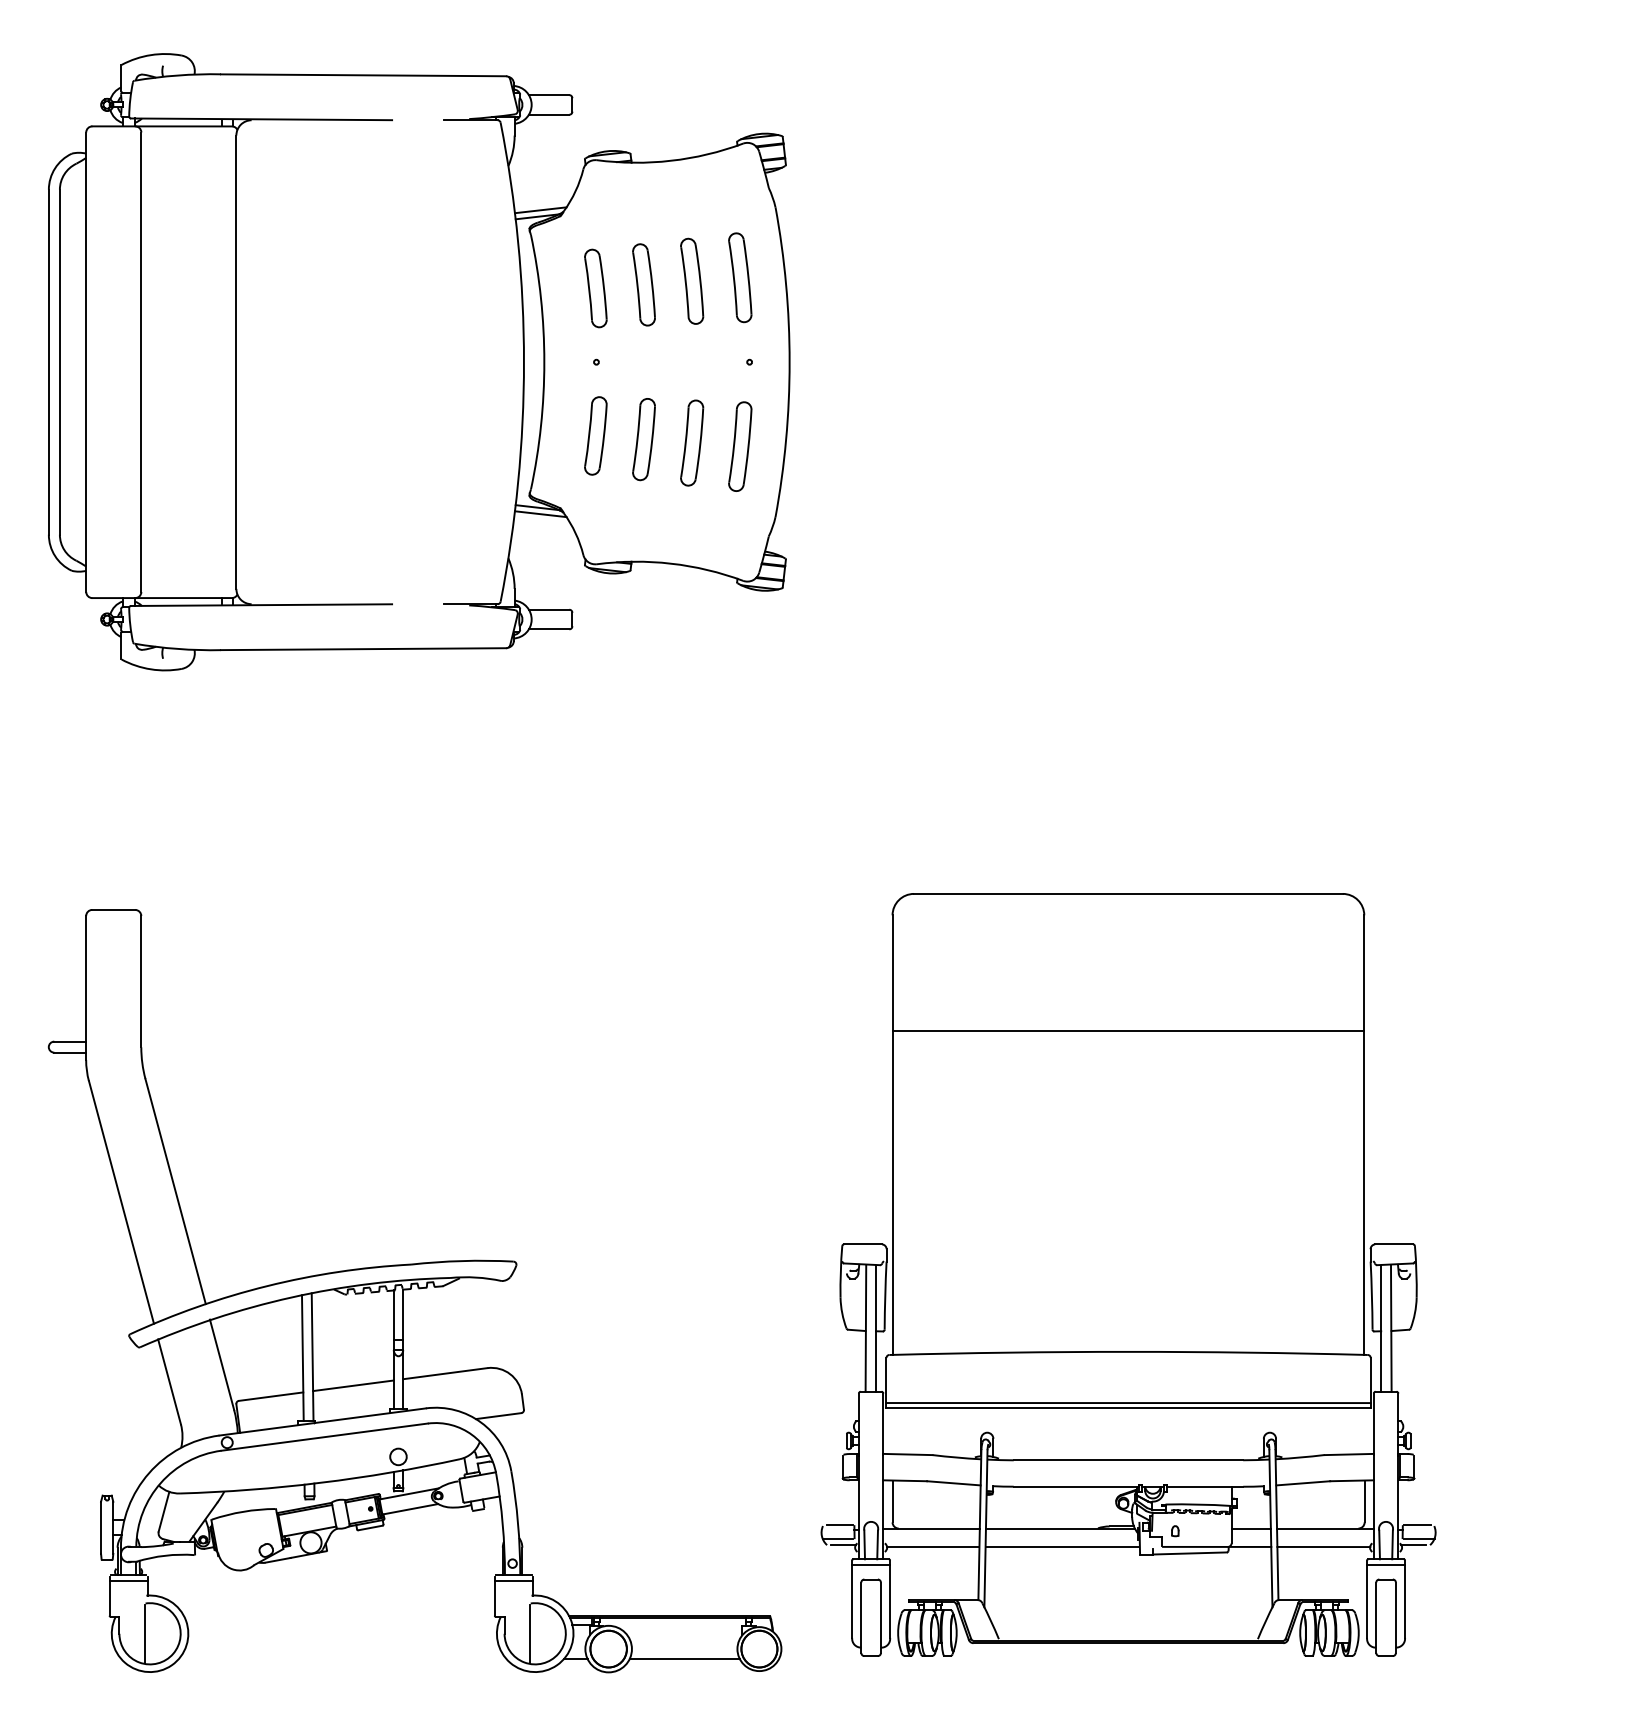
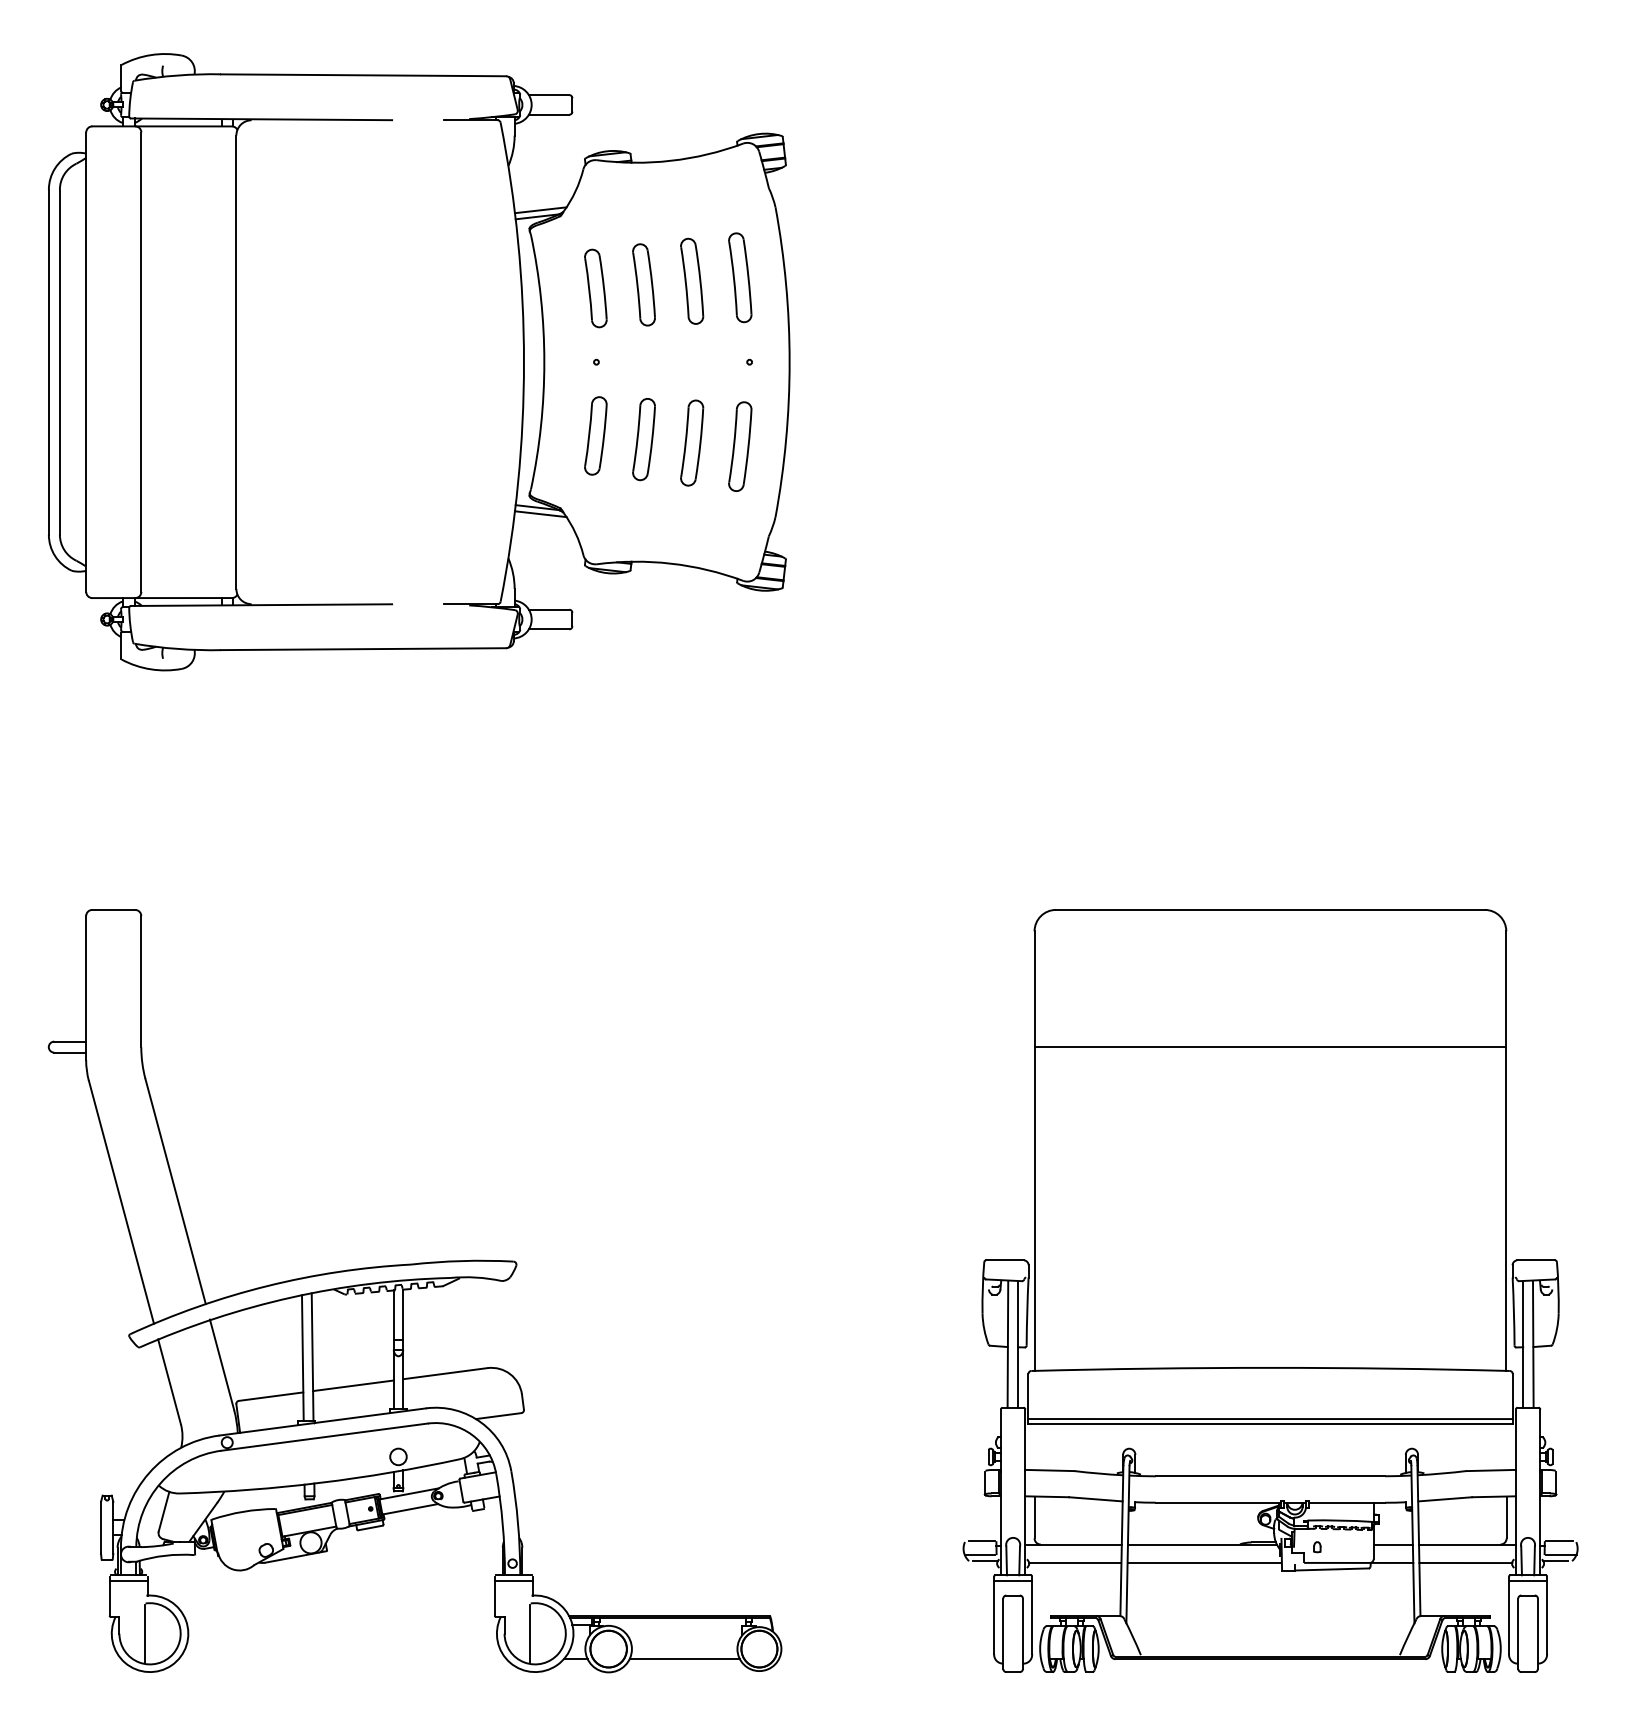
part at (1128, 1274) position: (1128, 1274) -> (1270, 1290)
